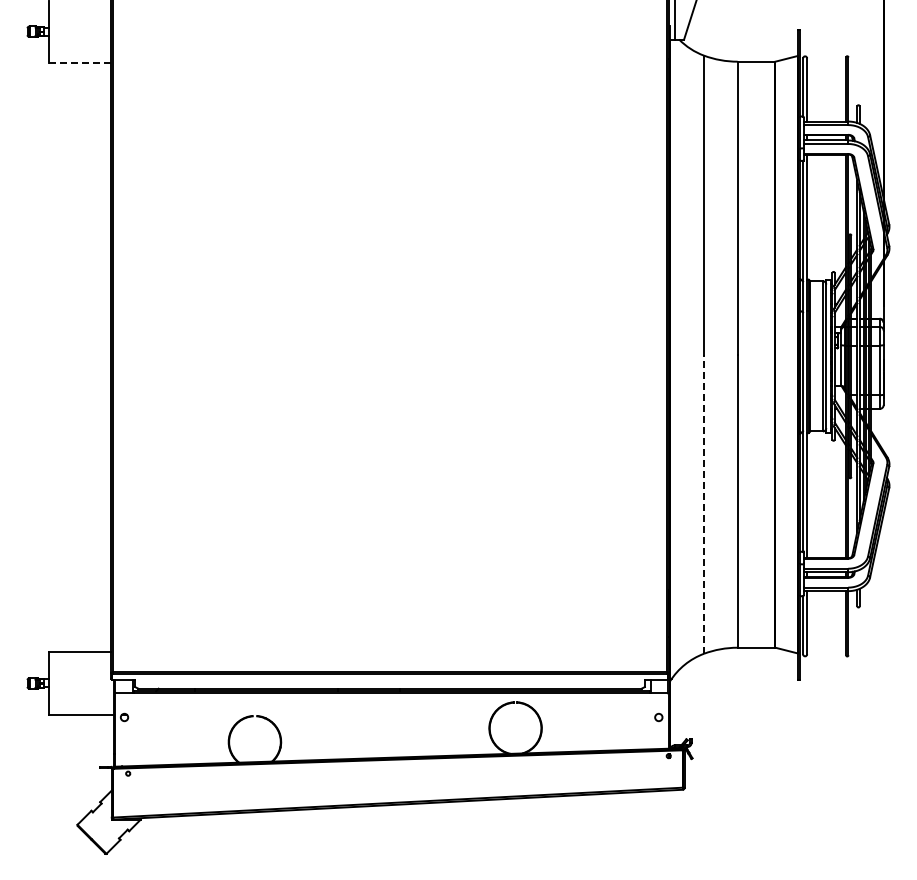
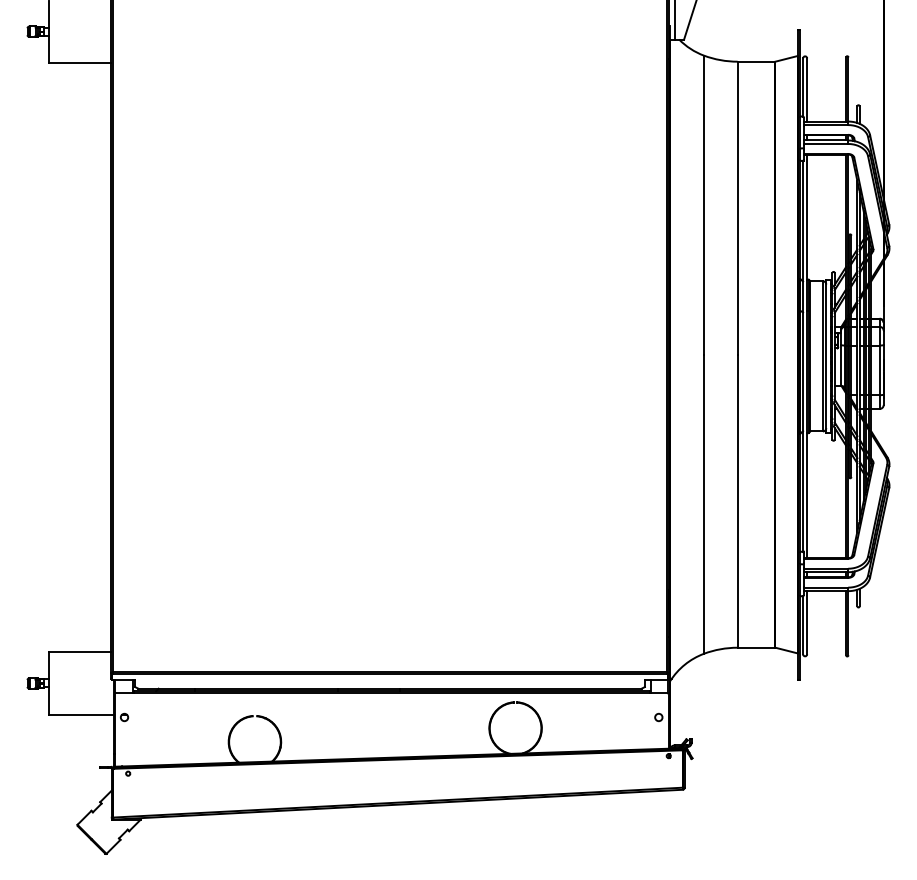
line at (80, 62): dashed -> solid
line at (703, 504): dashed -> solid
